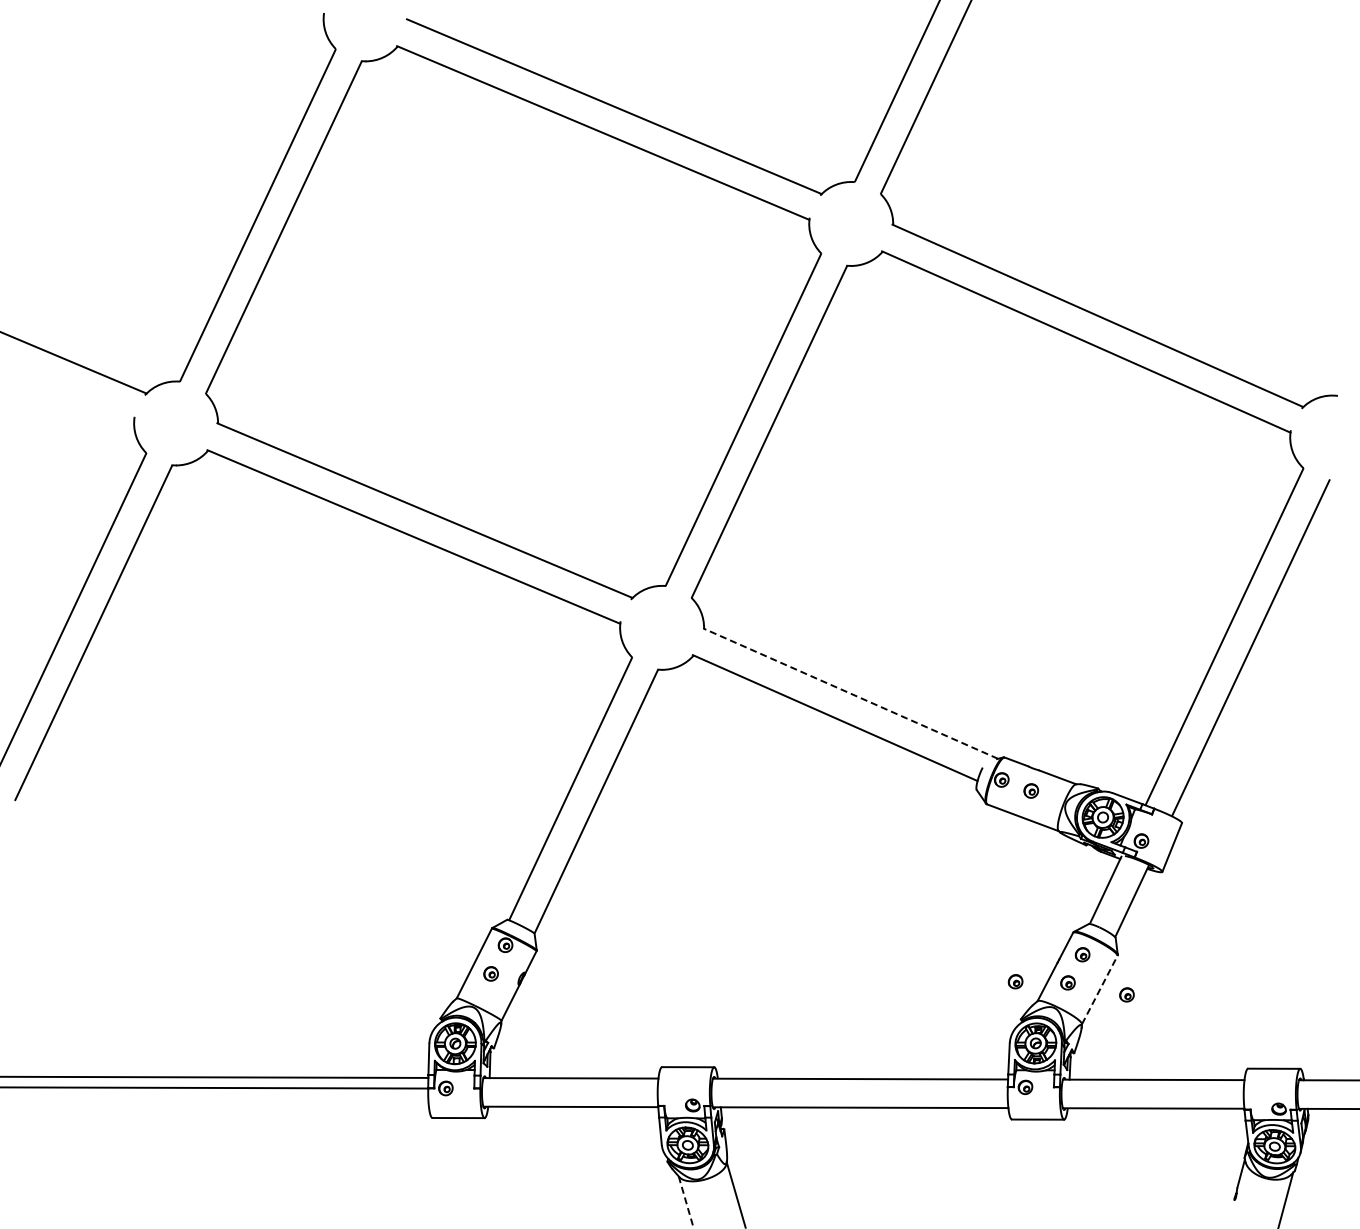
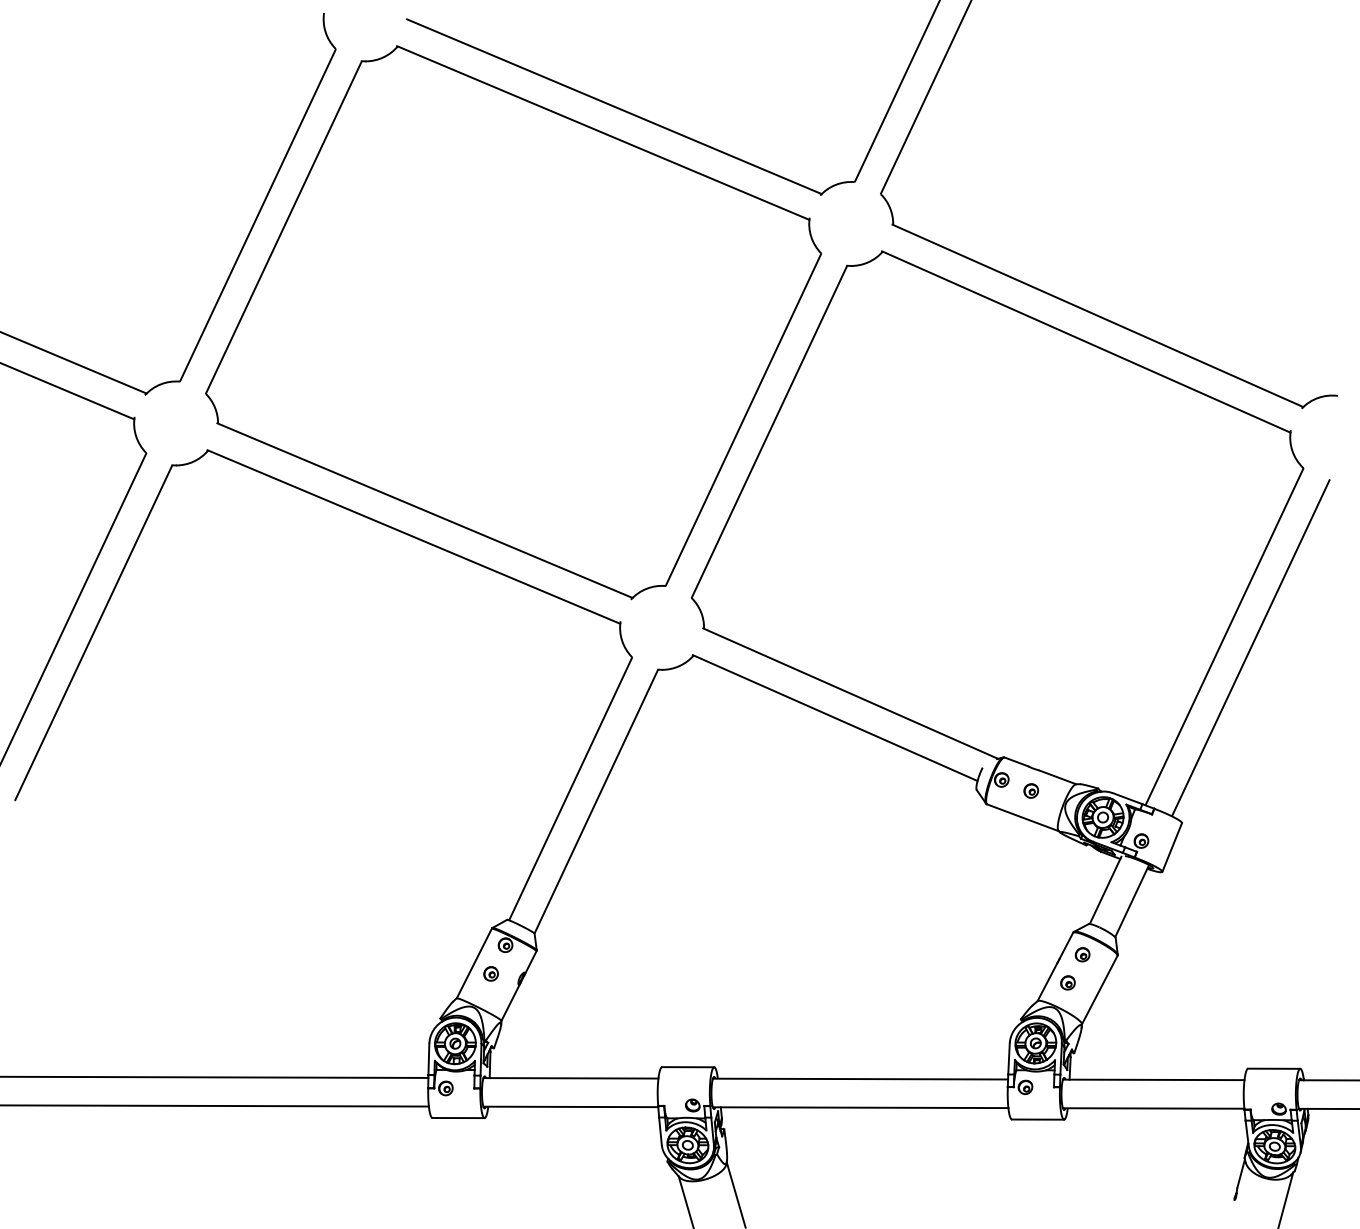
line at (68, 391): none -> present
line at (850, 693): dashed -> solid
part at (1015, 981): present -> none
line at (1099, 989): dashed -> solid
part at (1126, 994): present -> none
line at (215, 1087) position: (215, 1087) -> (215, 1105)
line at (686, 1202): dashed -> solid
